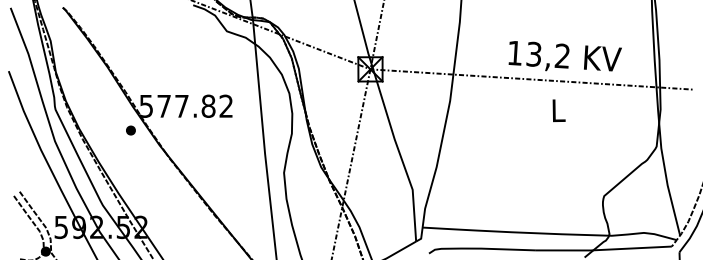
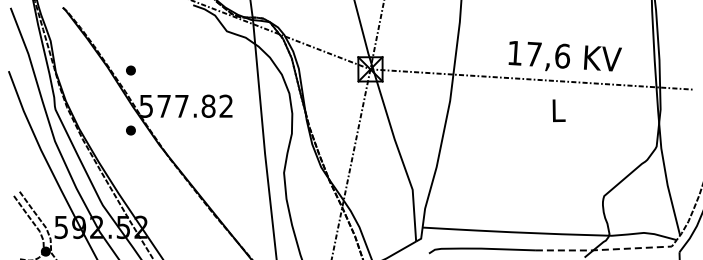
text at (547, 54): 13,2 -> 17,6
part at (130, 70): none -> present
line at (604, 249): solid -> dashed
